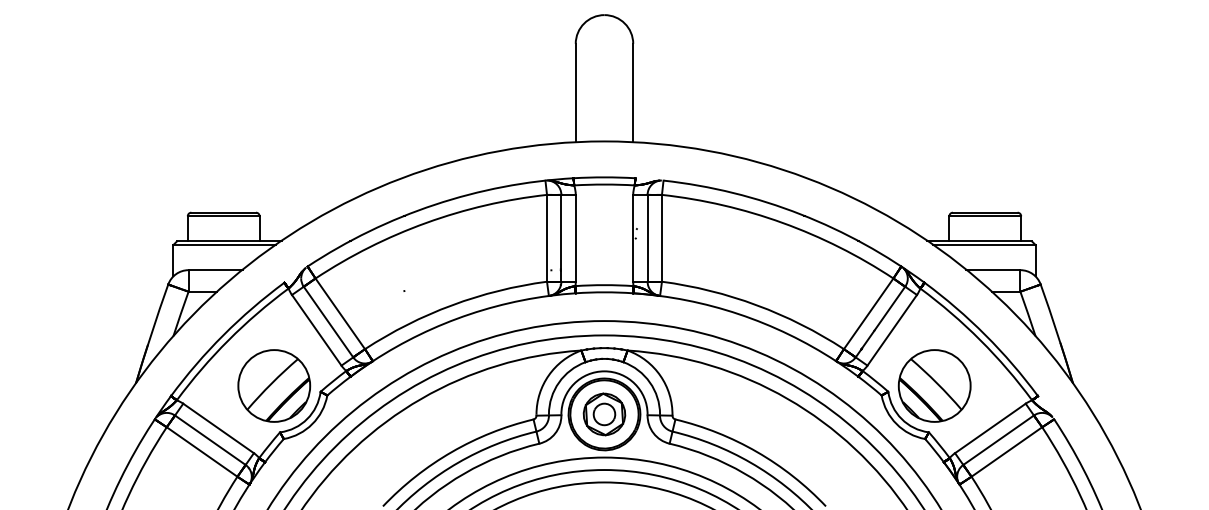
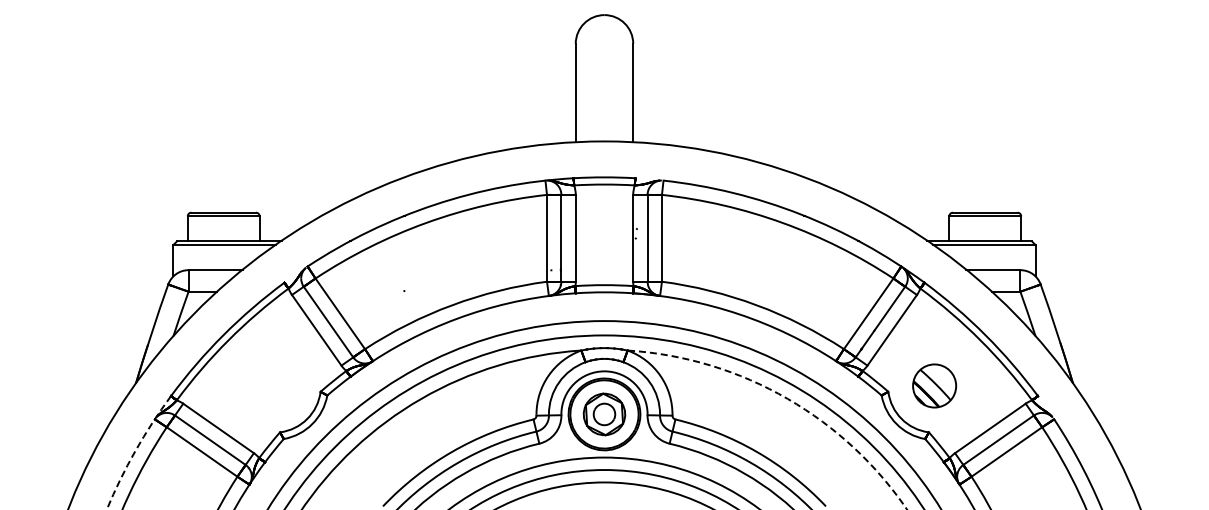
part at (274, 385): present -> none
part at (934, 385) size: 75x74 px -> 46x46 px
arc at (786, 397): solid -> dashed
arc at (135, 450): solid -> dashed
